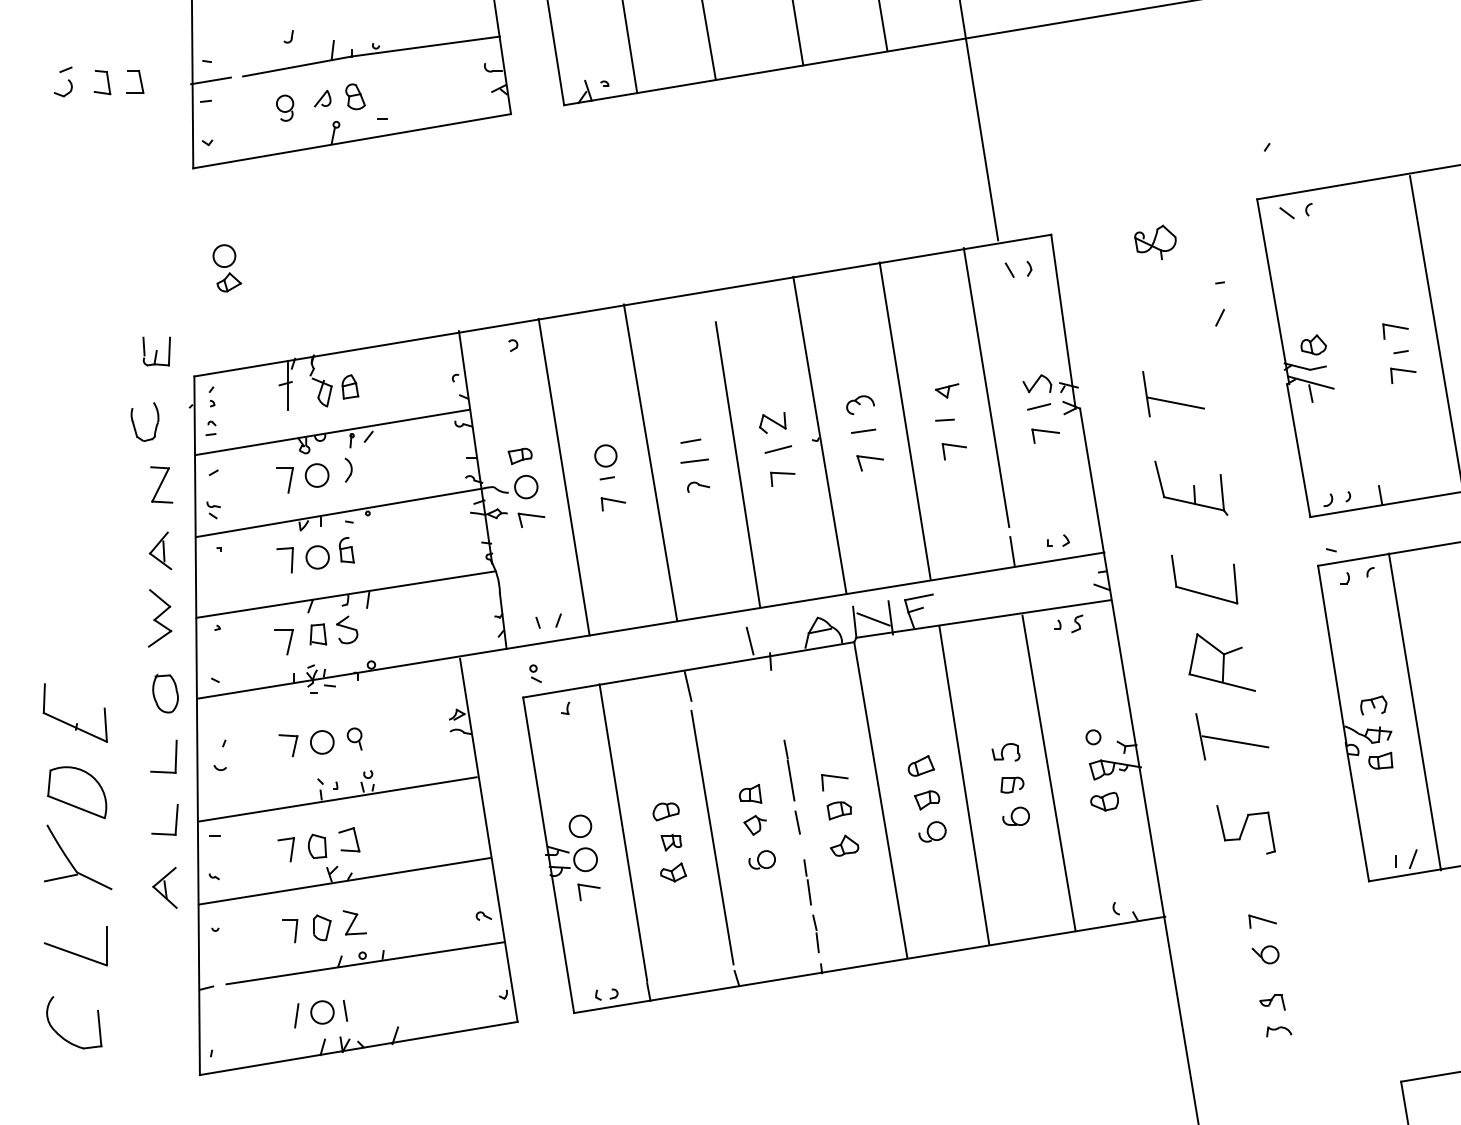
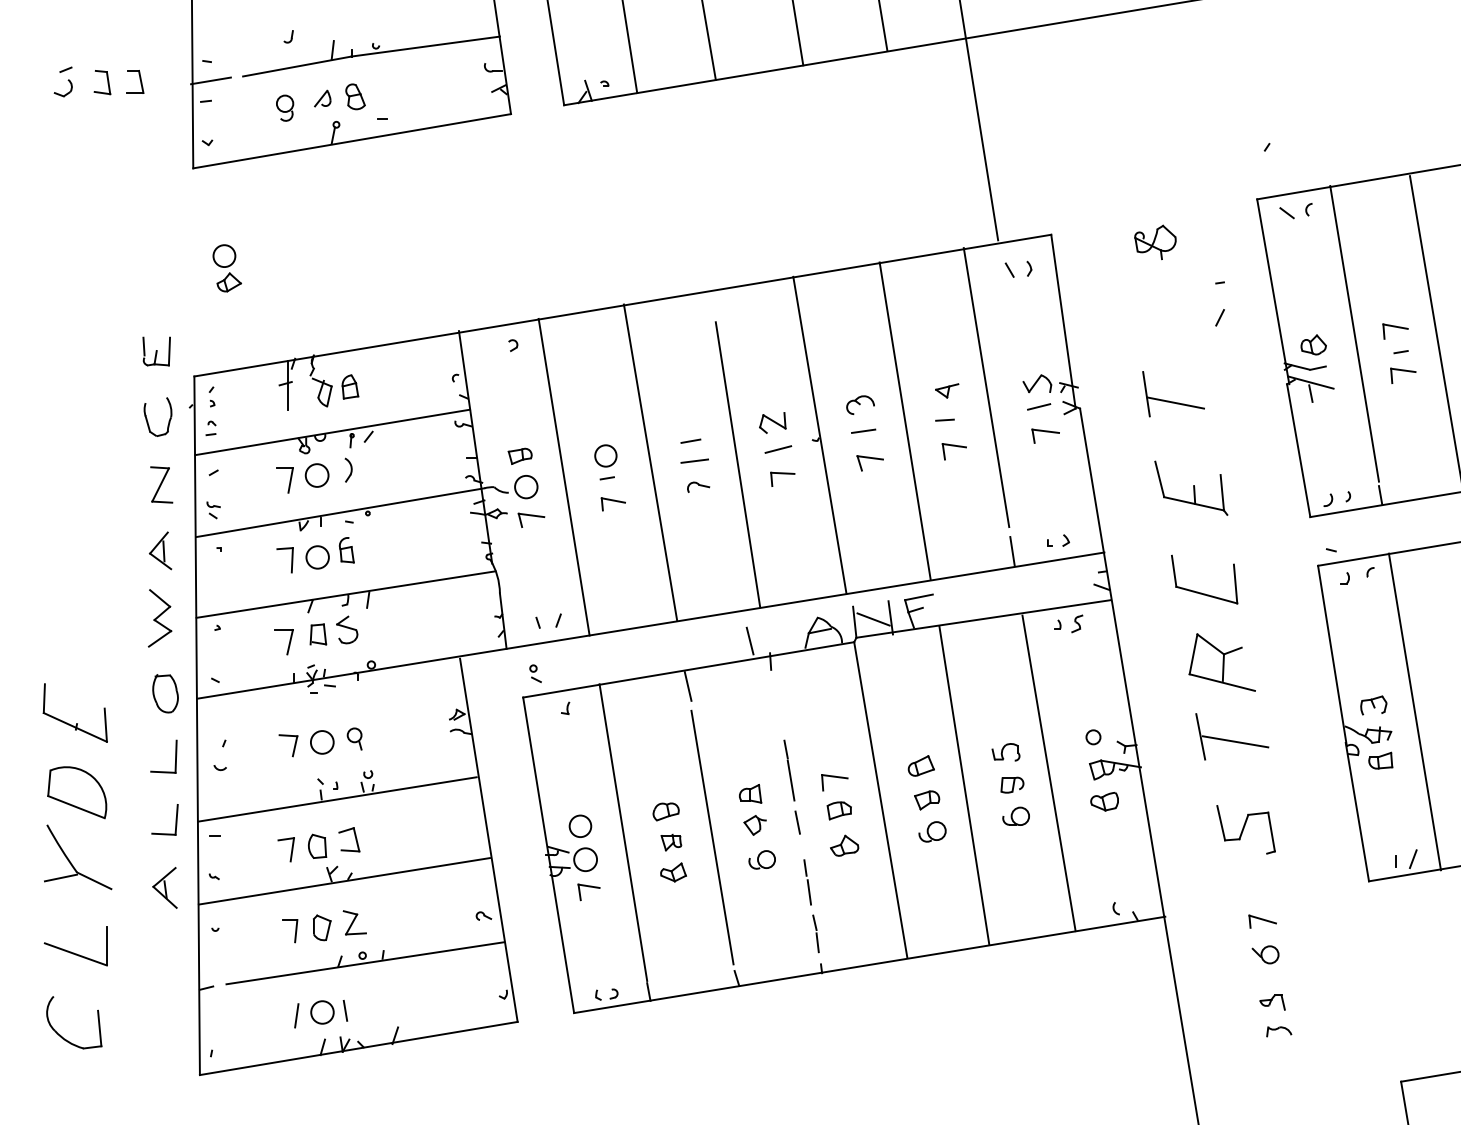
line at (1354, 333): none -> present
part at (134, 423) position: (134, 423) -> (147, 418)
